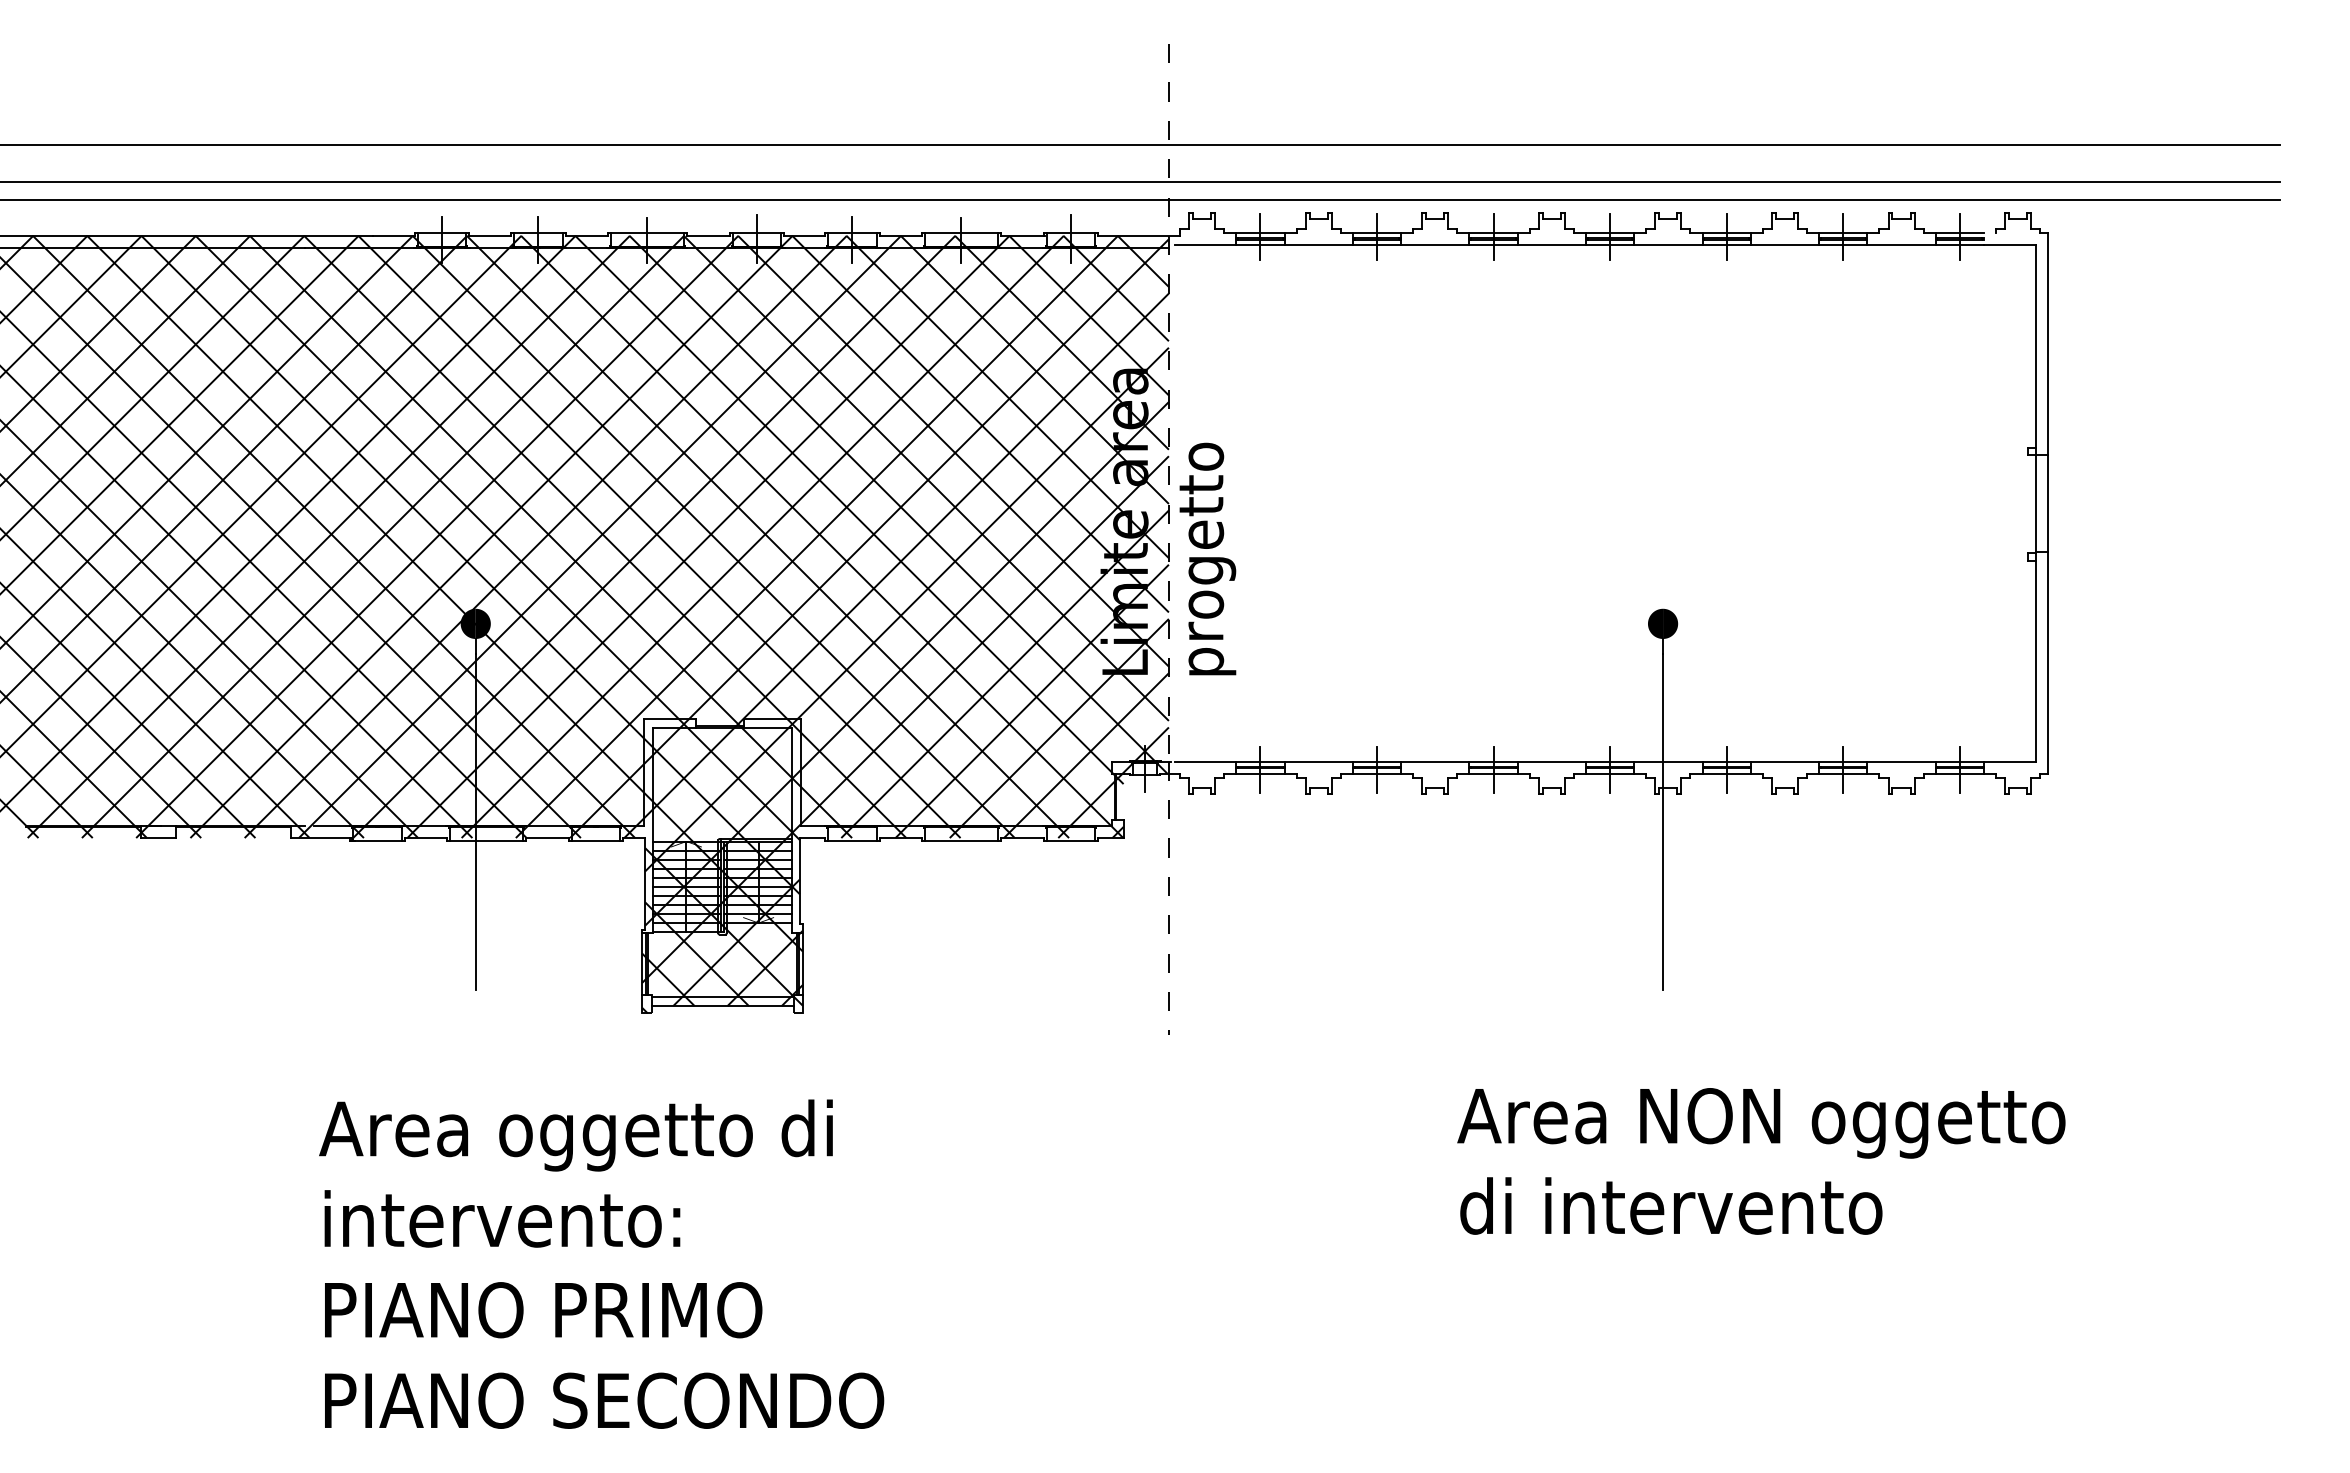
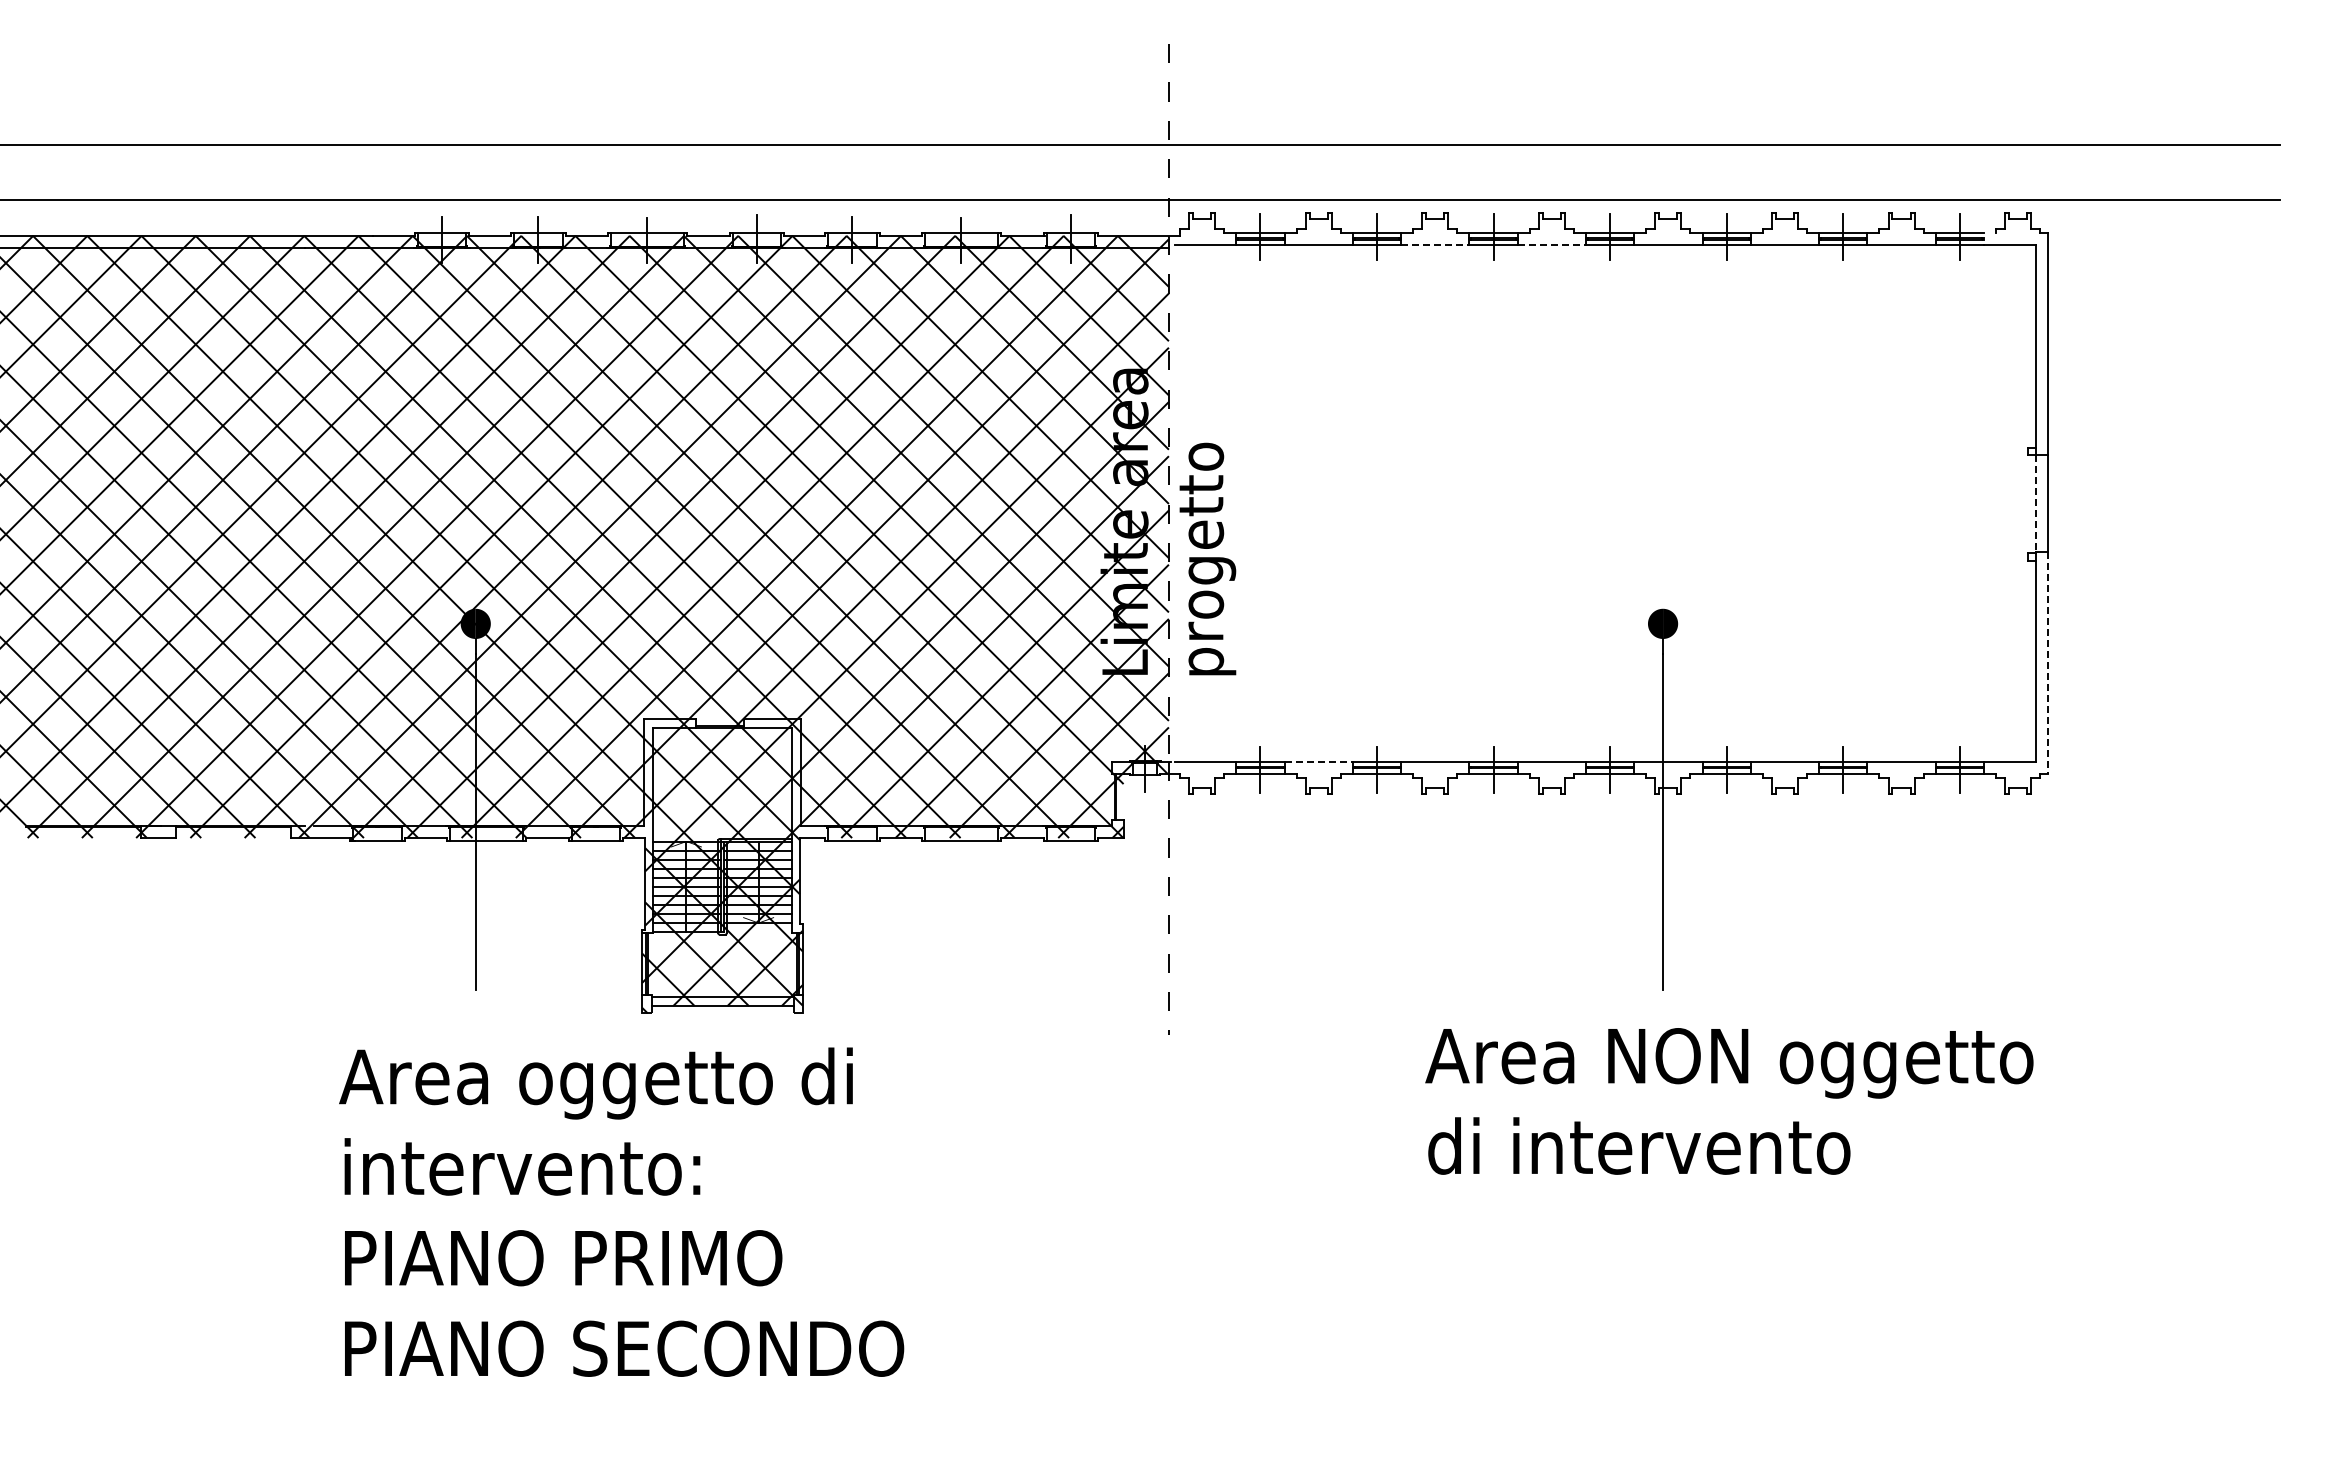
line at (1140, 181): present -> none
line at (1435, 245): solid -> dashed
line at (1552, 245): solid -> dashed
line at (2035, 503): solid -> dashed
line at (2047, 662): solid -> dashed
line at (1319, 761): solid -> dashed
text at (1761, 1161) position: (1761, 1161) -> (1729, 1101)
text at (601, 1263) position: (601, 1263) -> (621, 1211)
